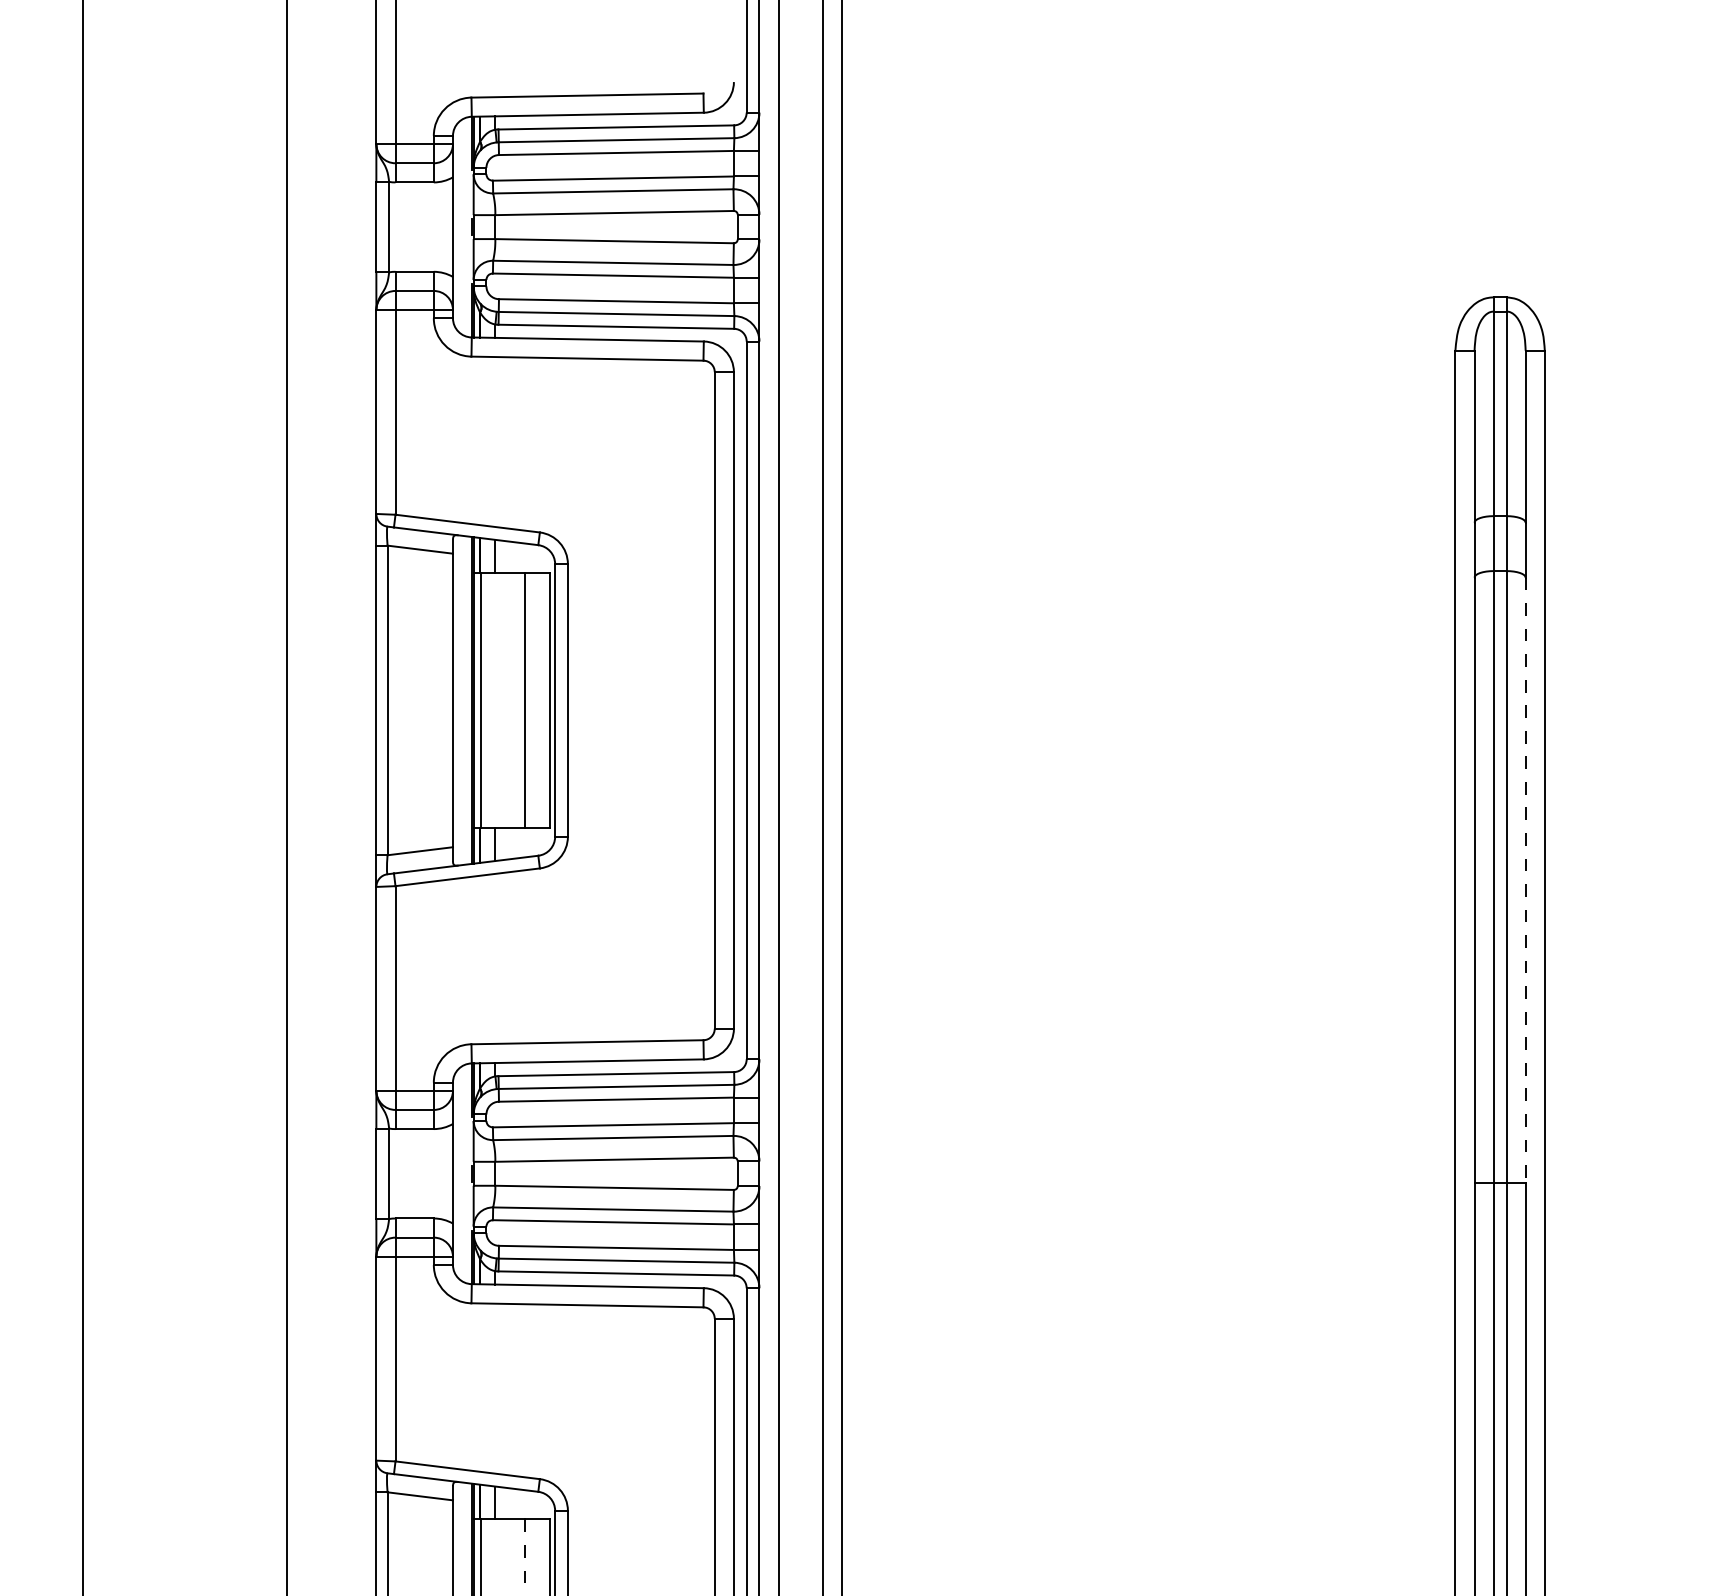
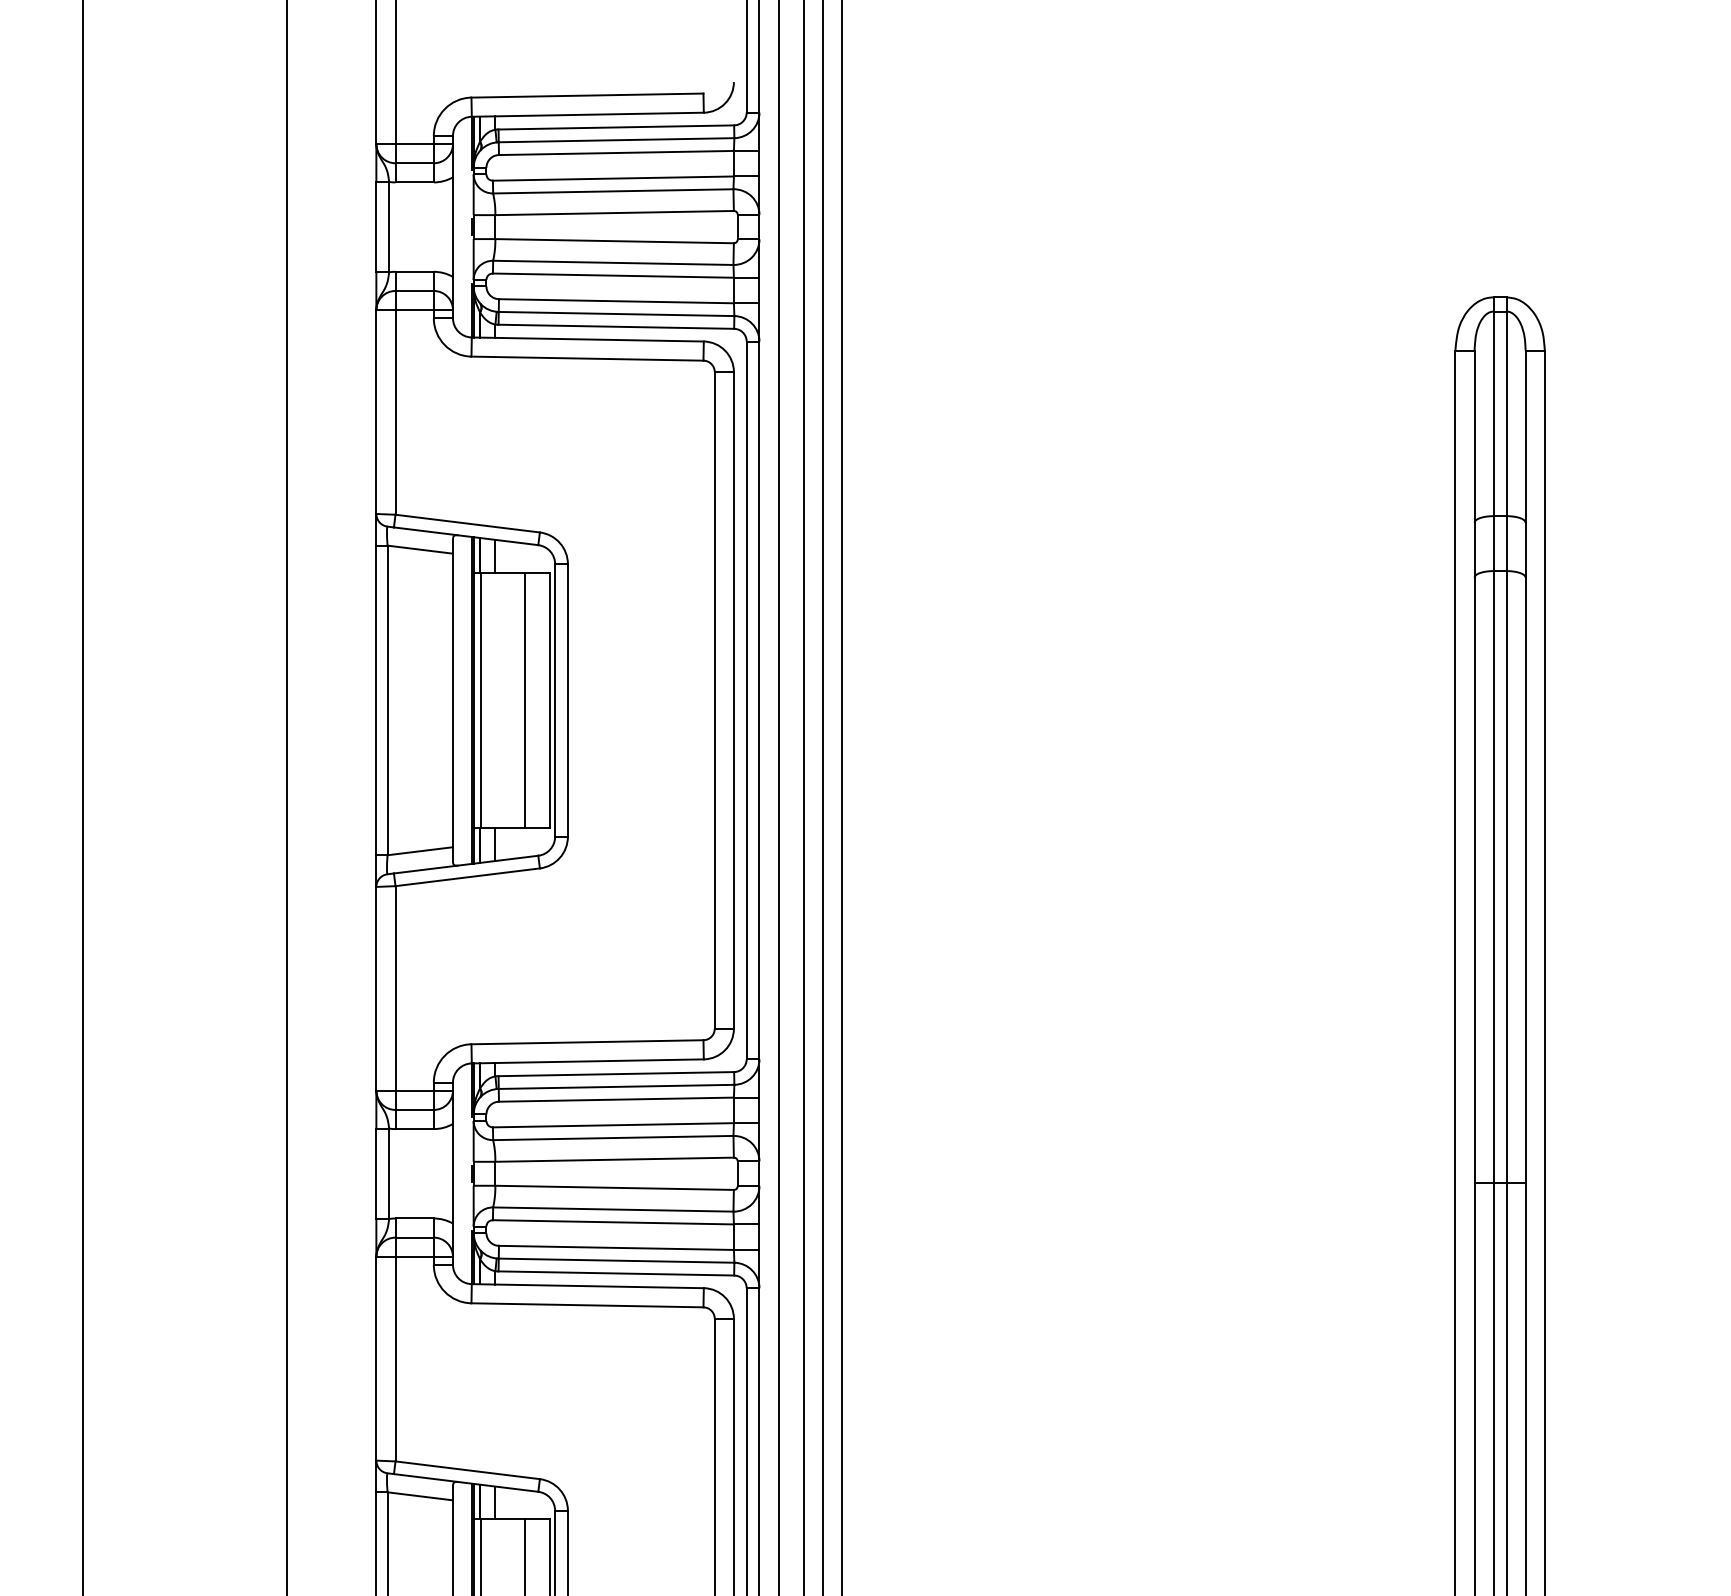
line at (804, 797): none -> present
line at (1525, 880): dashed -> solid
line at (524, 1557): dashed -> solid
